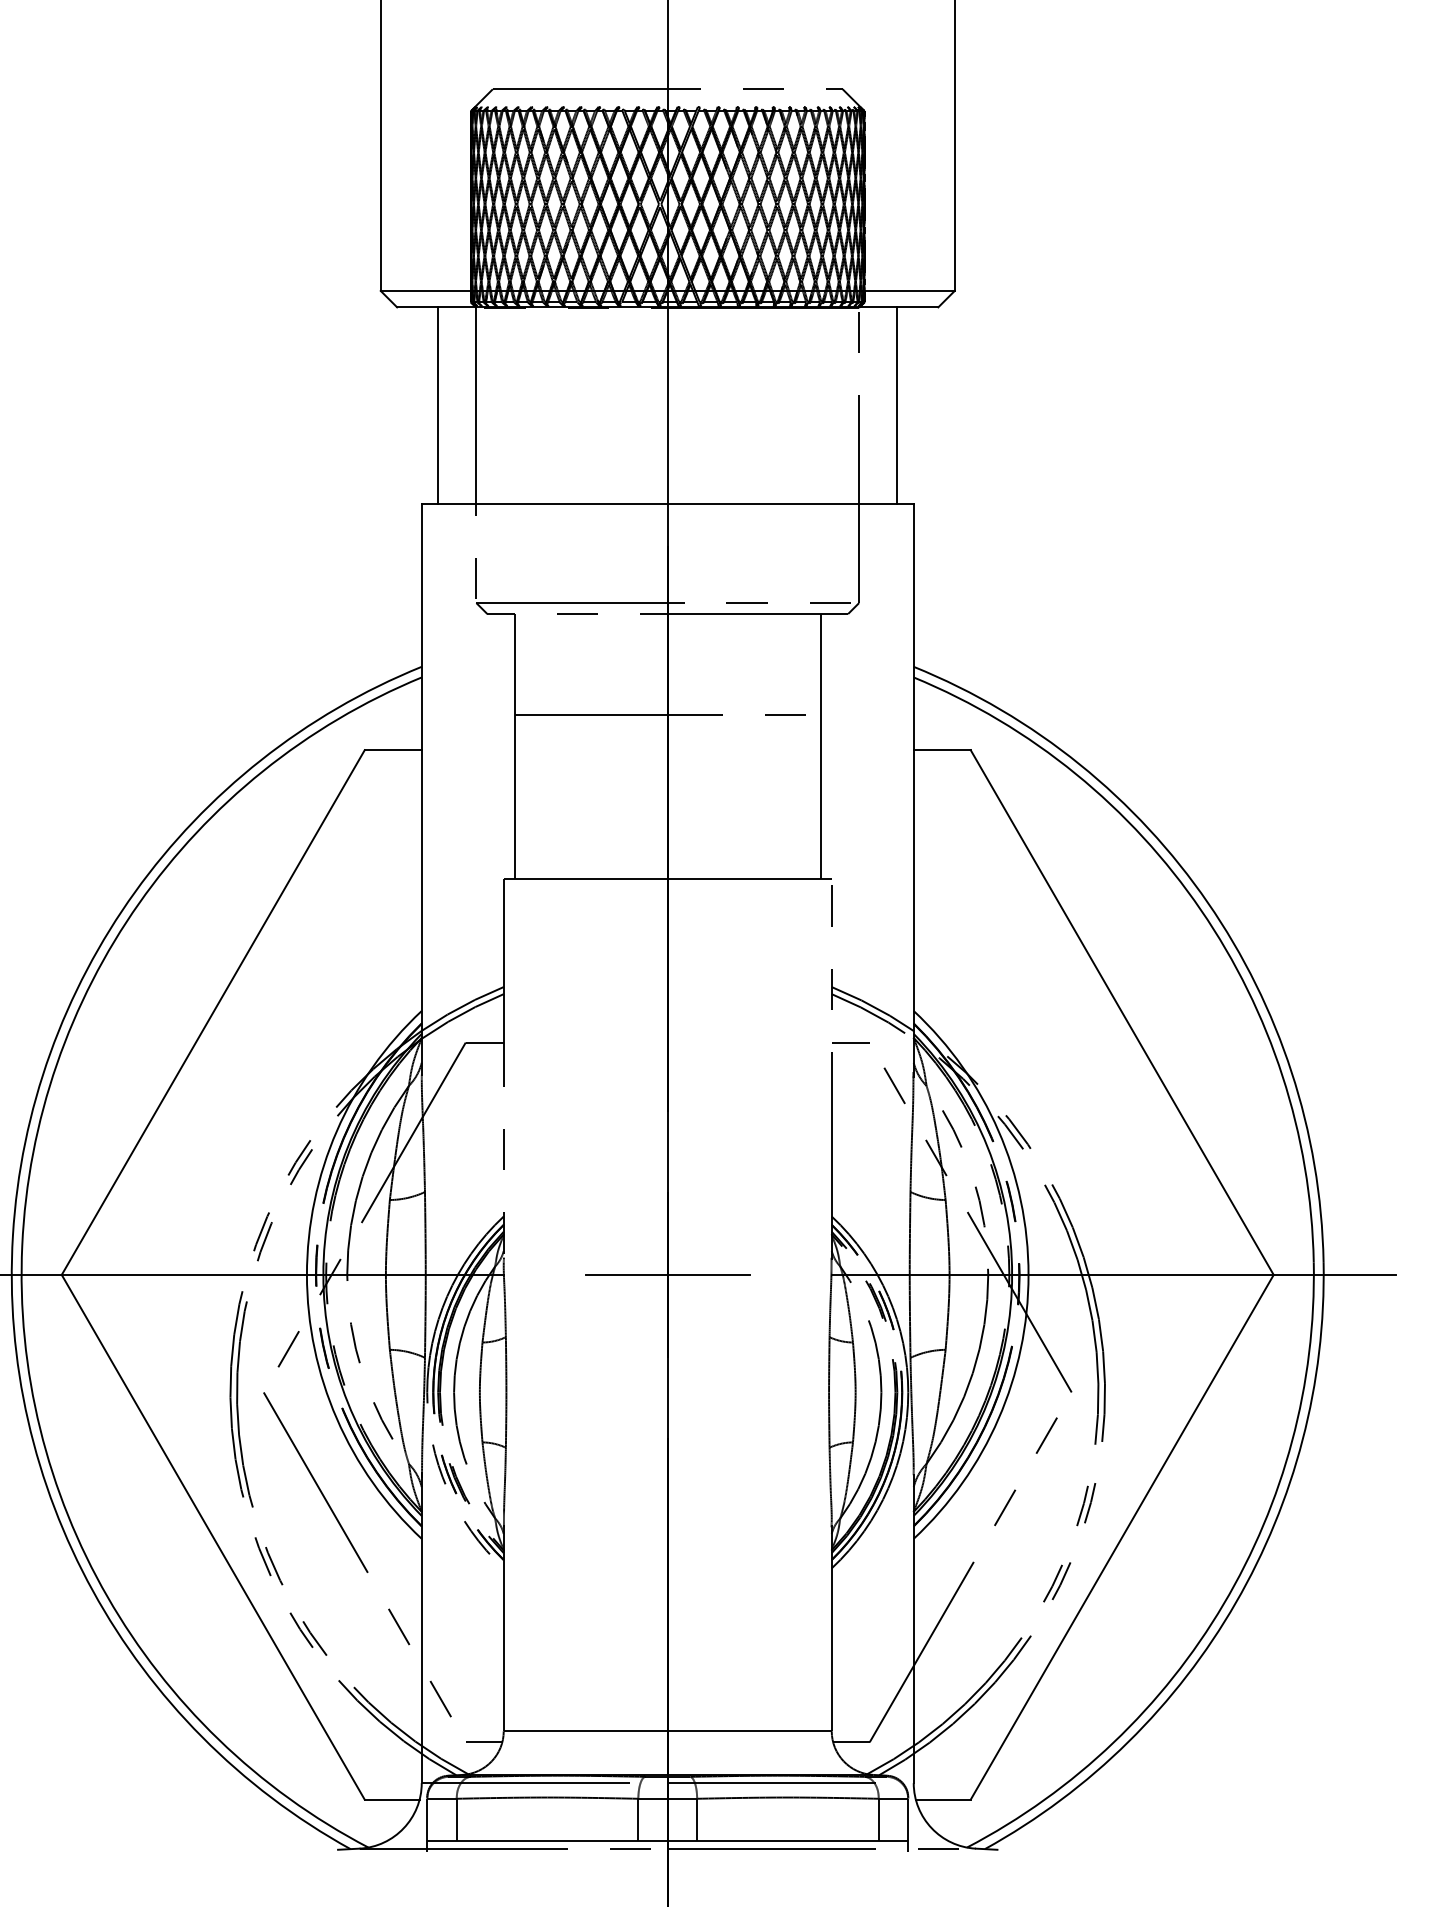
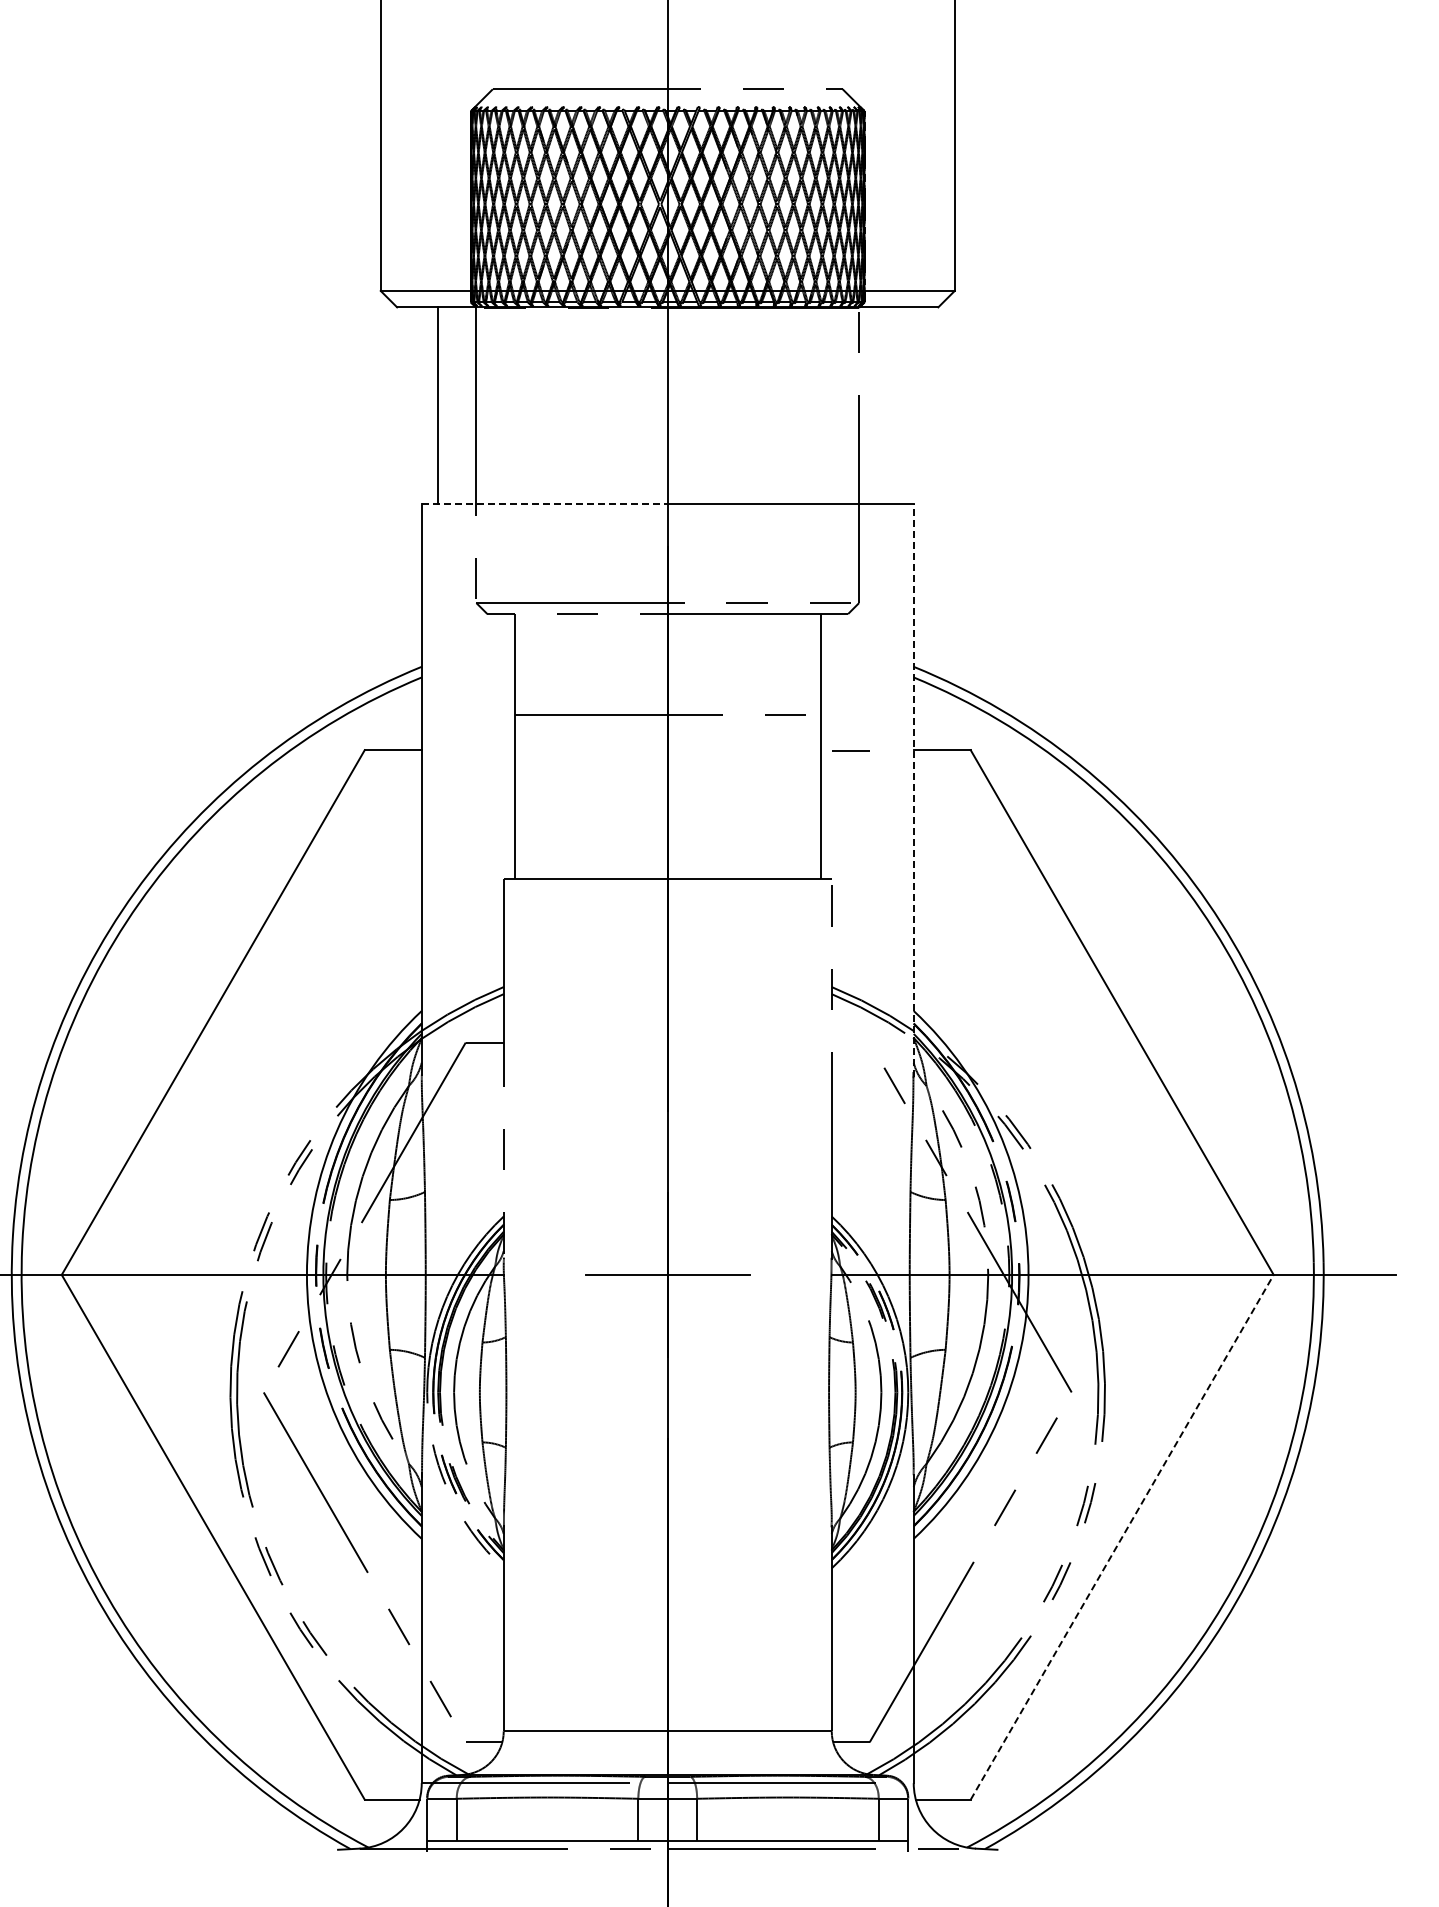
line at (897, 405): present -> none
line at (544, 504): solid -> dashed
line at (913, 789): solid -> dashed
line at (850, 1042) position: (850, 1042) -> (850, 750)
line at (1122, 1537): solid -> dashed
